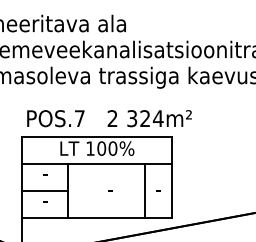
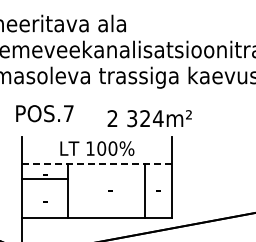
text at (55, 118) position: (55, 118) -> (44, 113)
line at (96, 137): present -> none
line at (97, 164): solid -> dashed
line at (45, 191) position: (45, 191) -> (45, 179)
